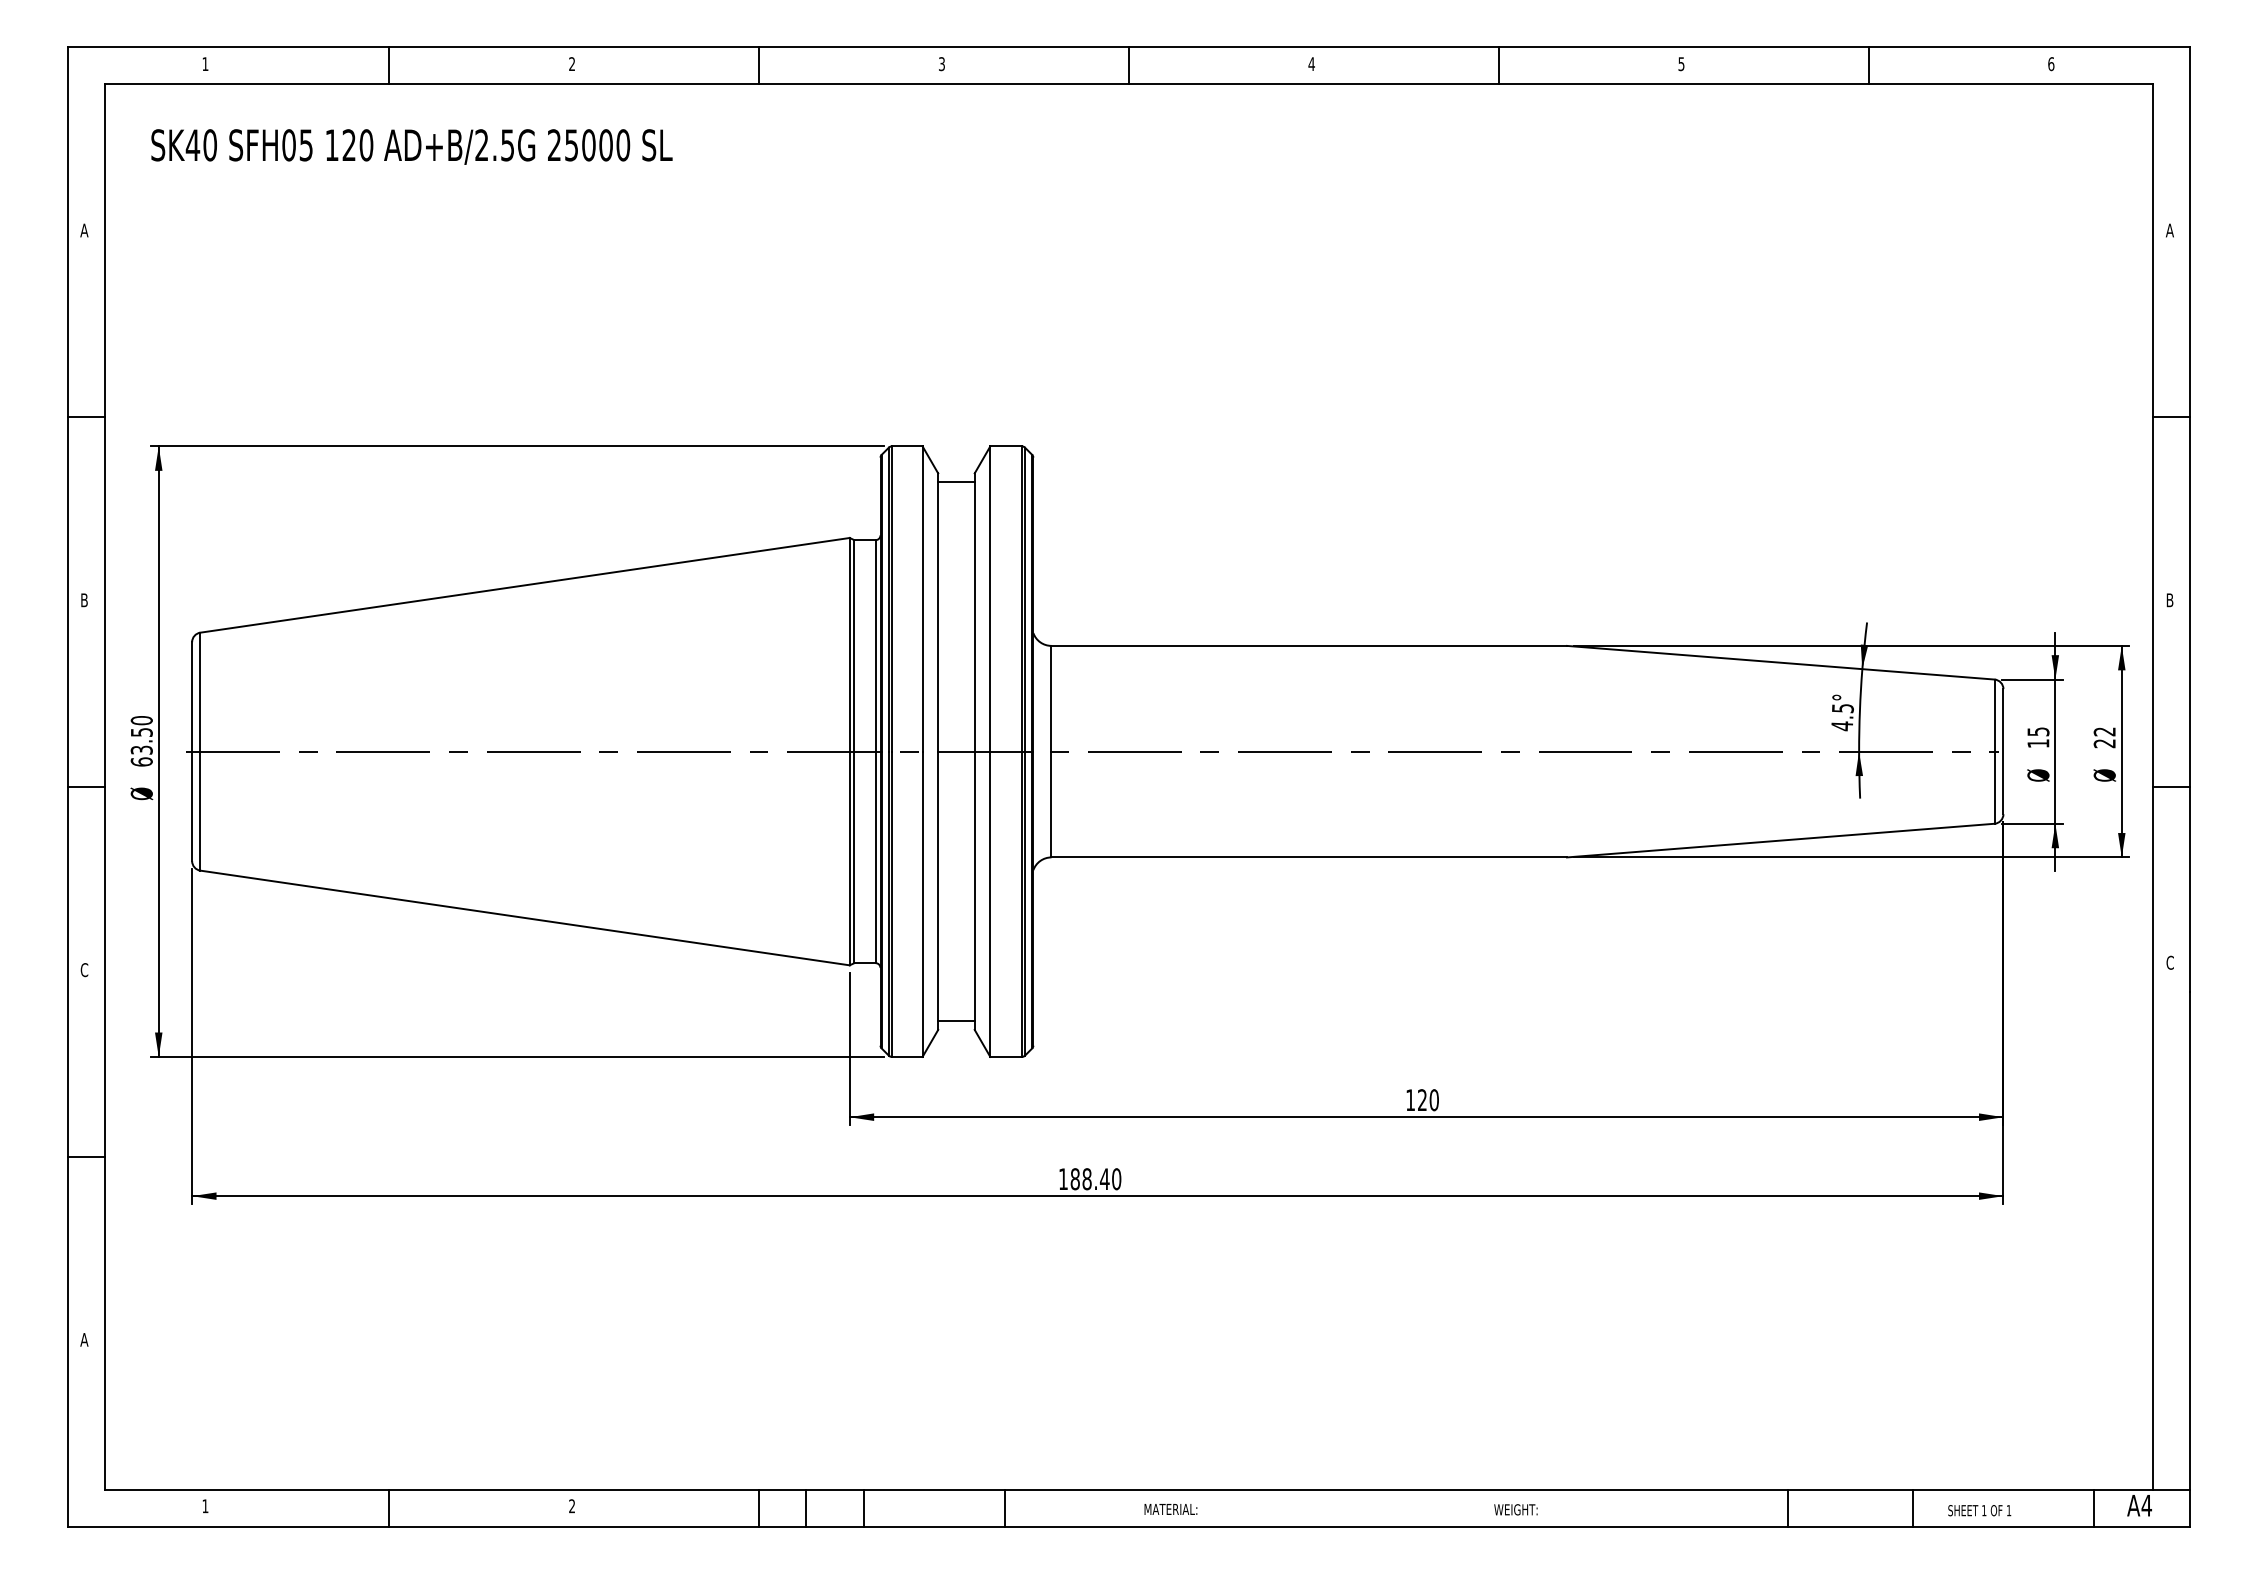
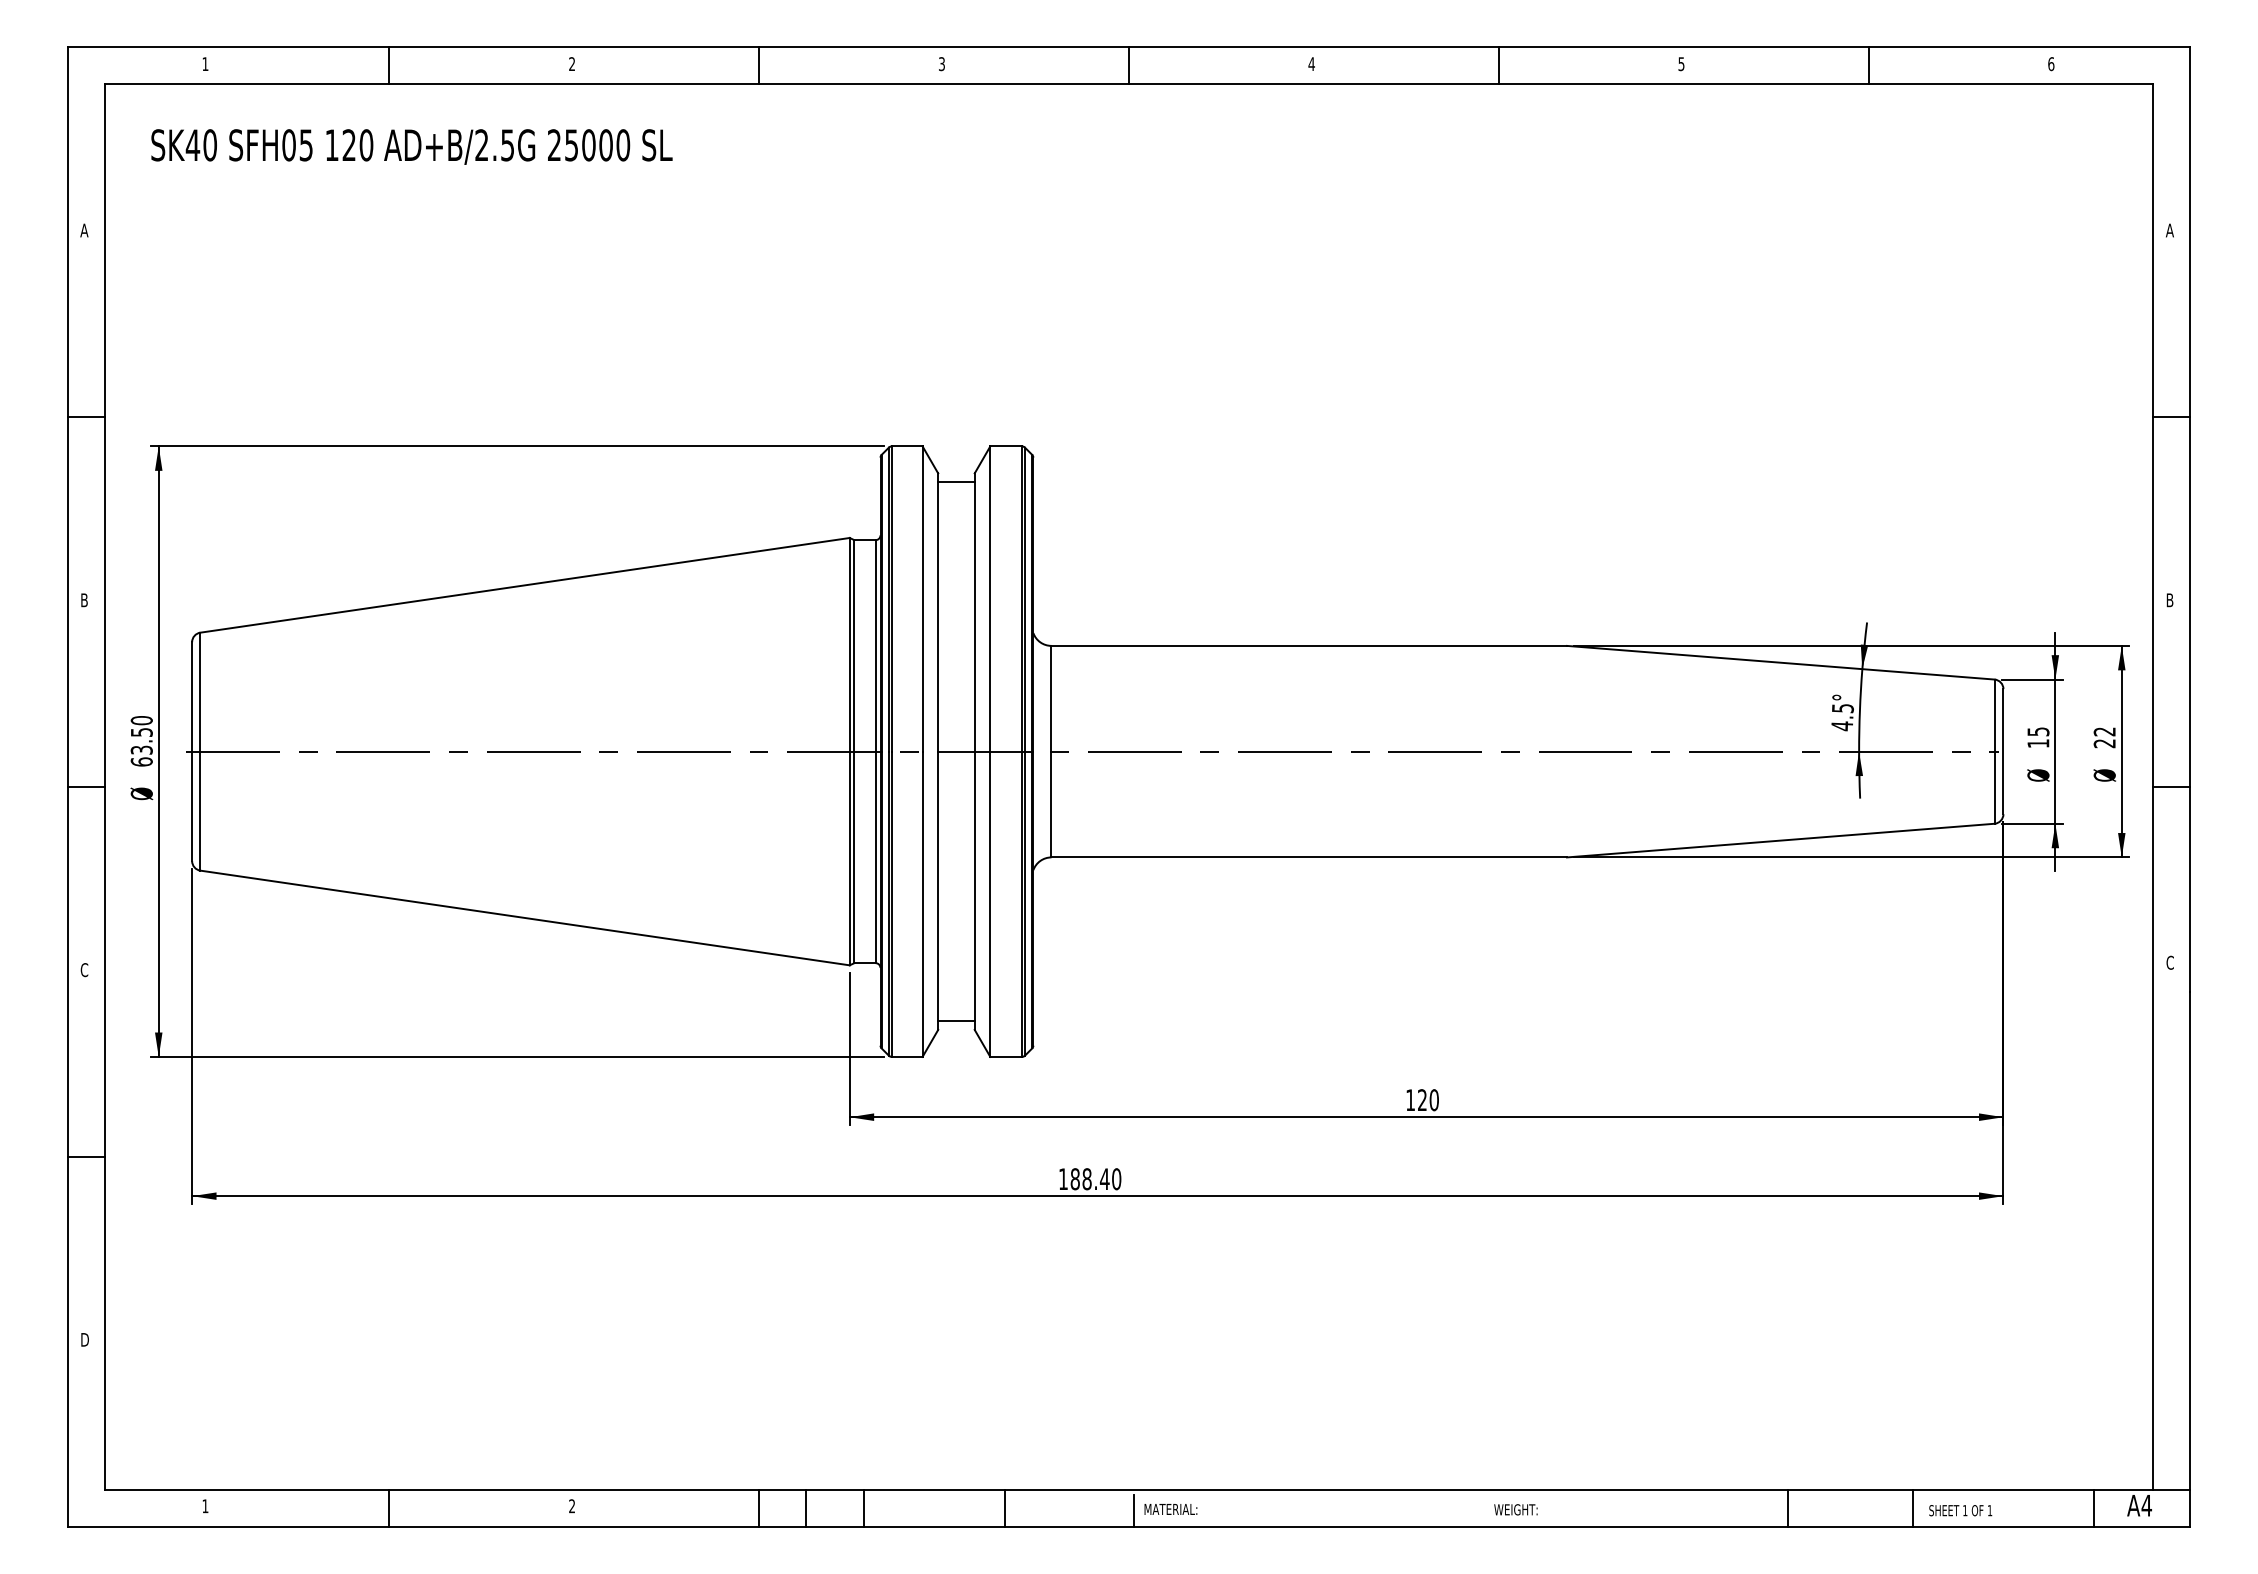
text at (84, 1339): A -> D
line at (1134, 1510): none -> present
text at (1979, 1510) position: (1979, 1510) -> (1960, 1510)
